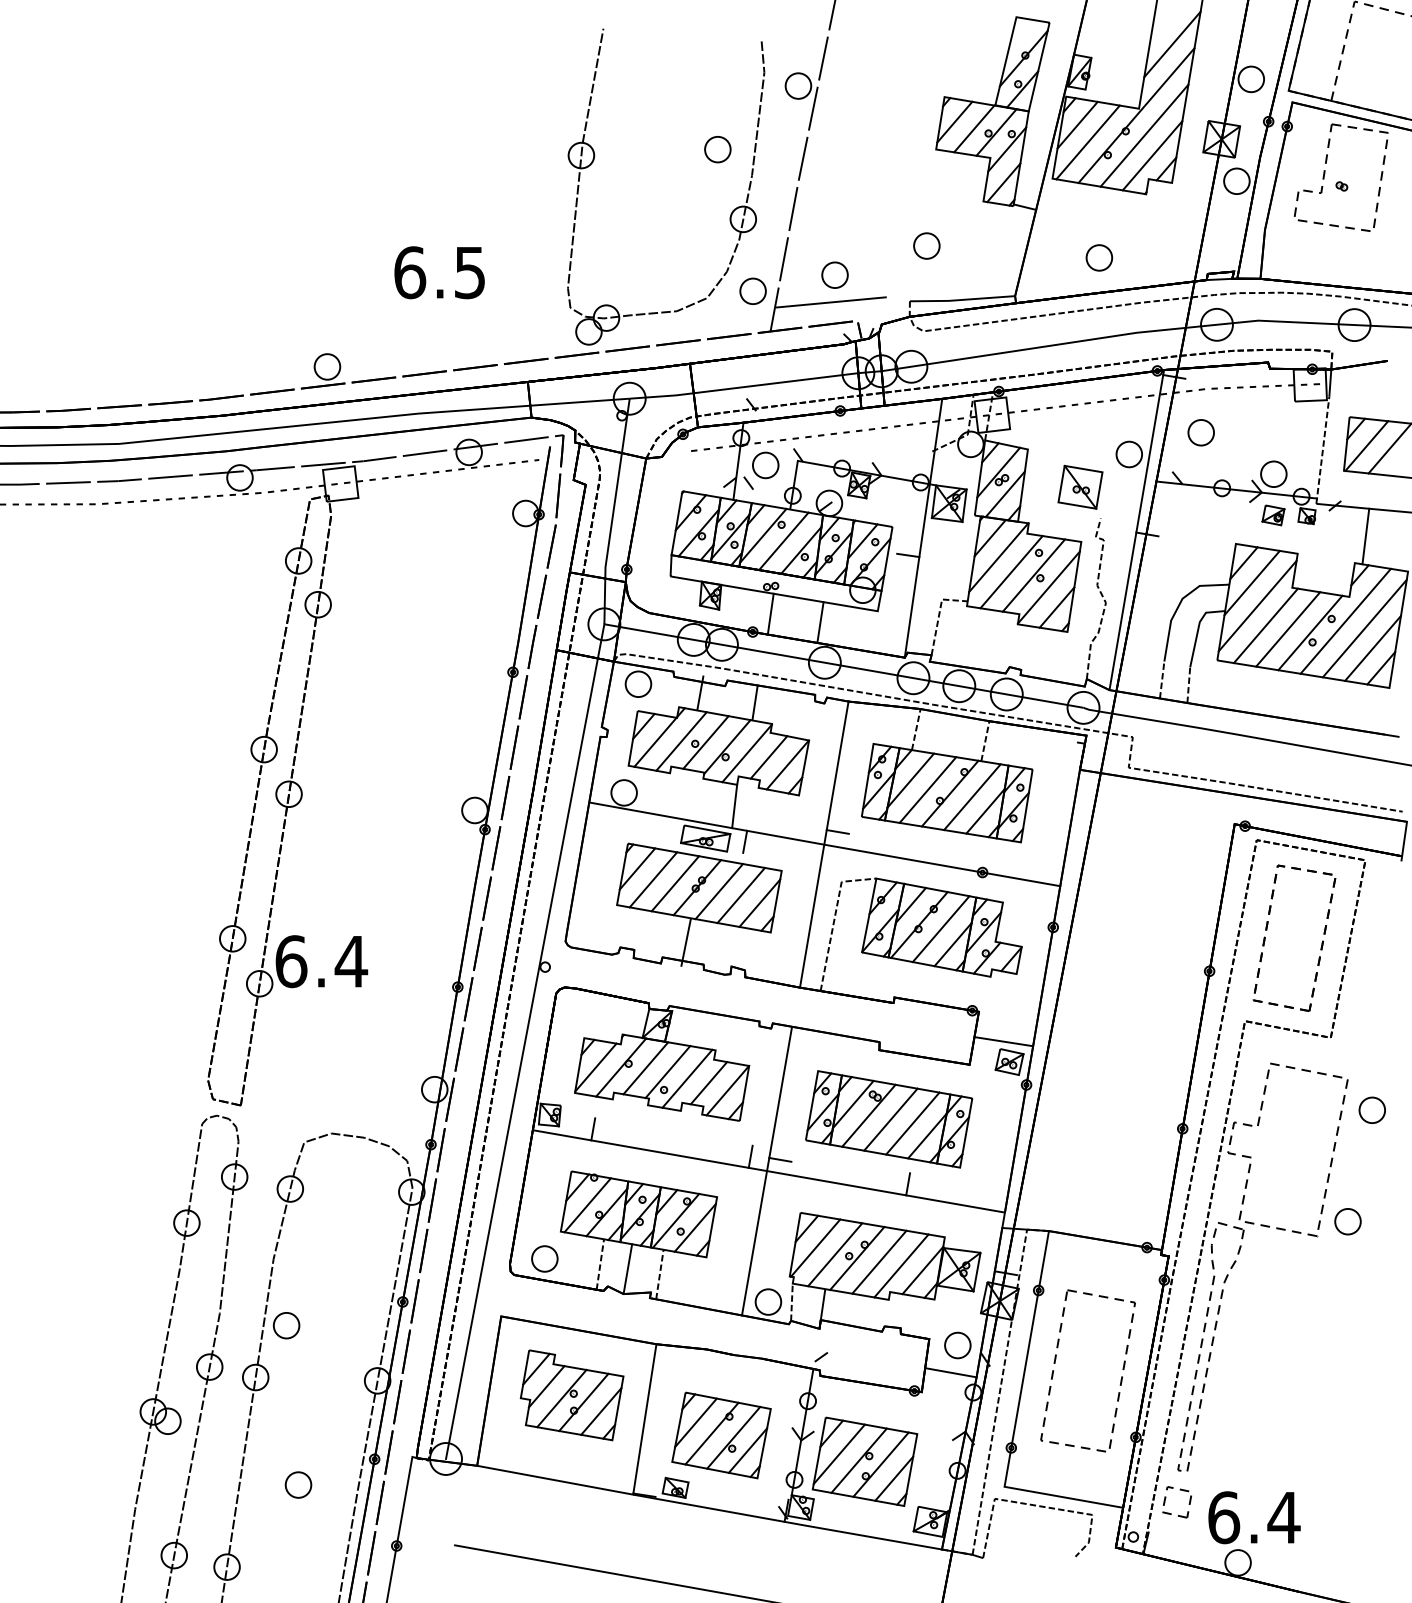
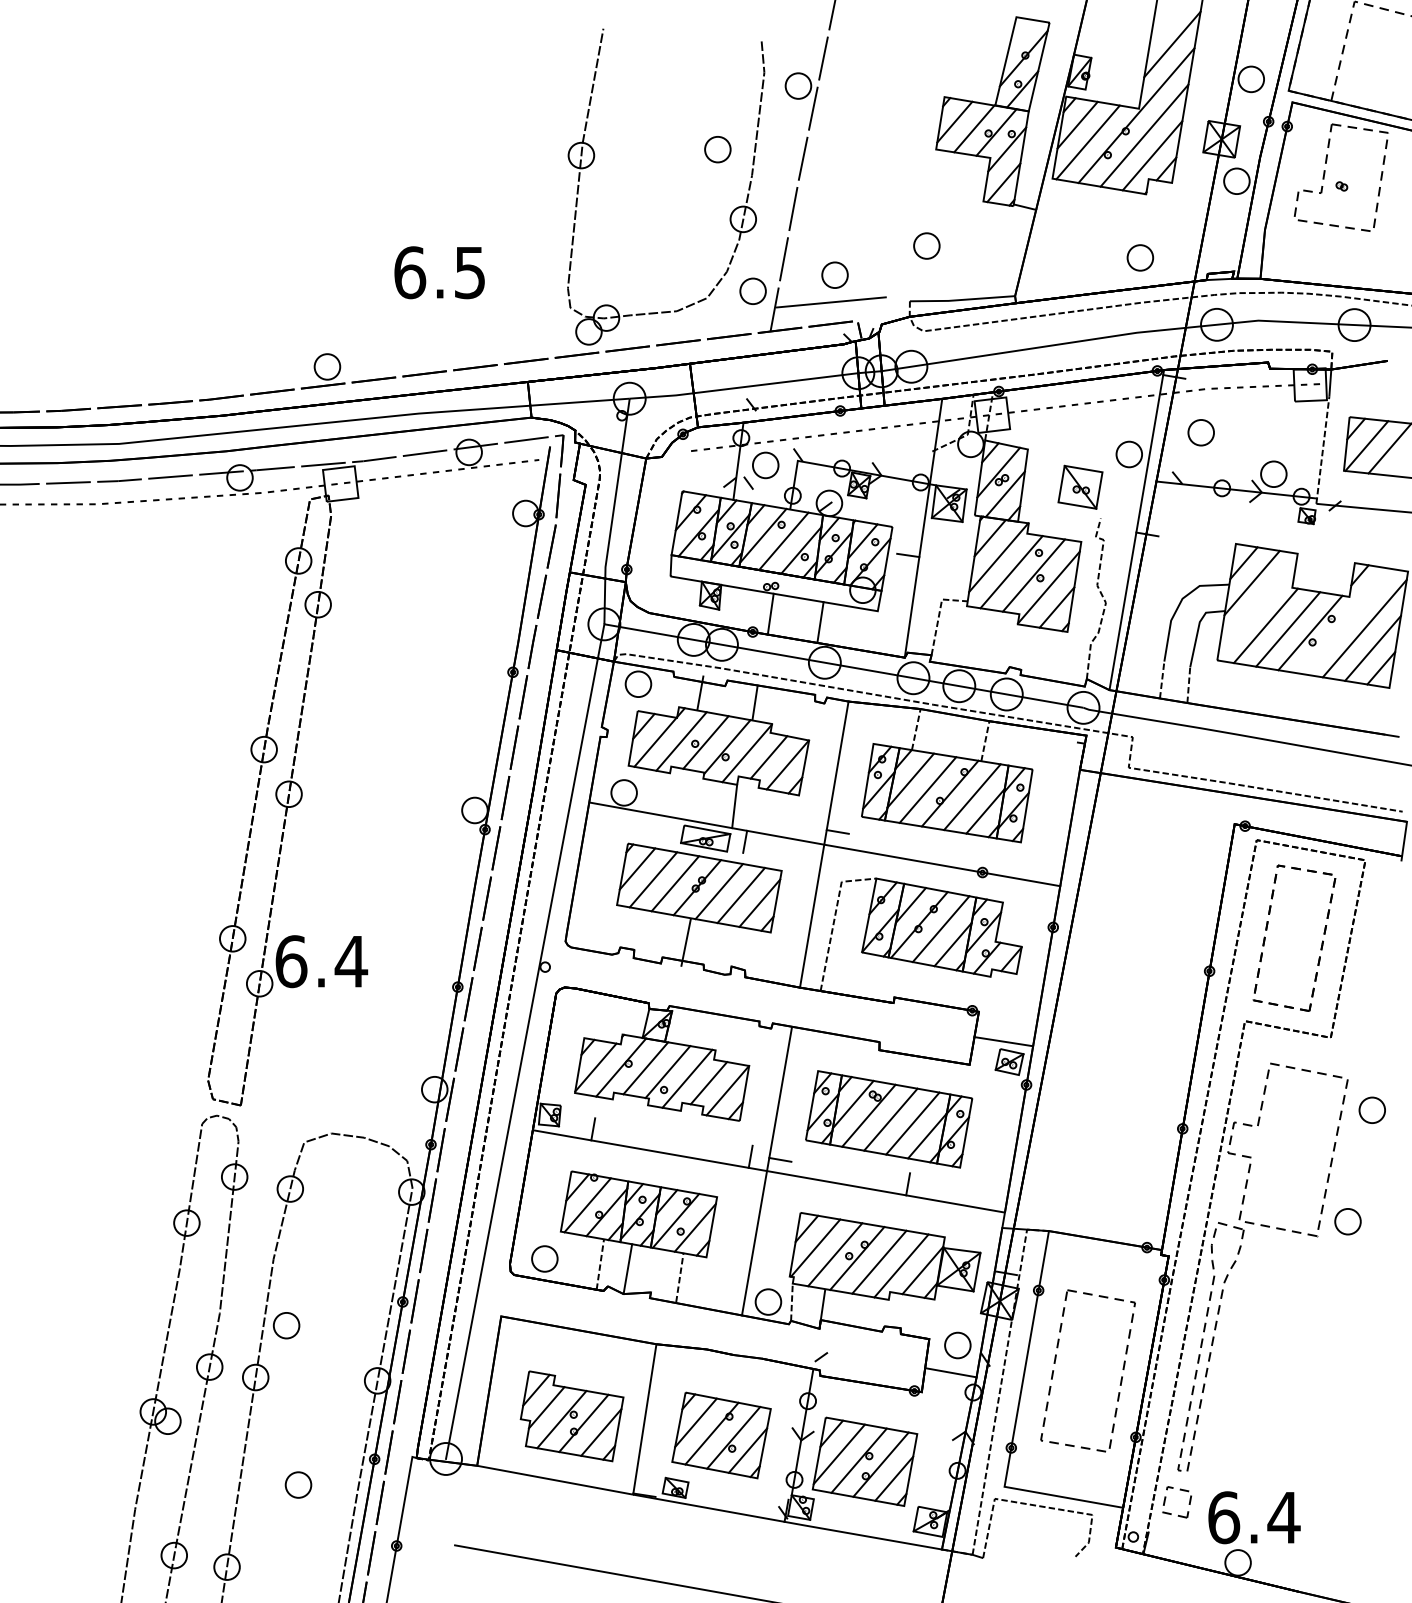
part at (1099, 257) position: (1099, 257) -> (1140, 257)
part at (1273, 515): present -> none
line at (1365, 536): present -> none
line at (1257, 605): present -> none
line at (1345, 620): present -> none
line at (659, 1274) position: (659, 1274) -> (679, 1277)
part at (571, 1395) position: (571, 1395) -> (571, 1416)
